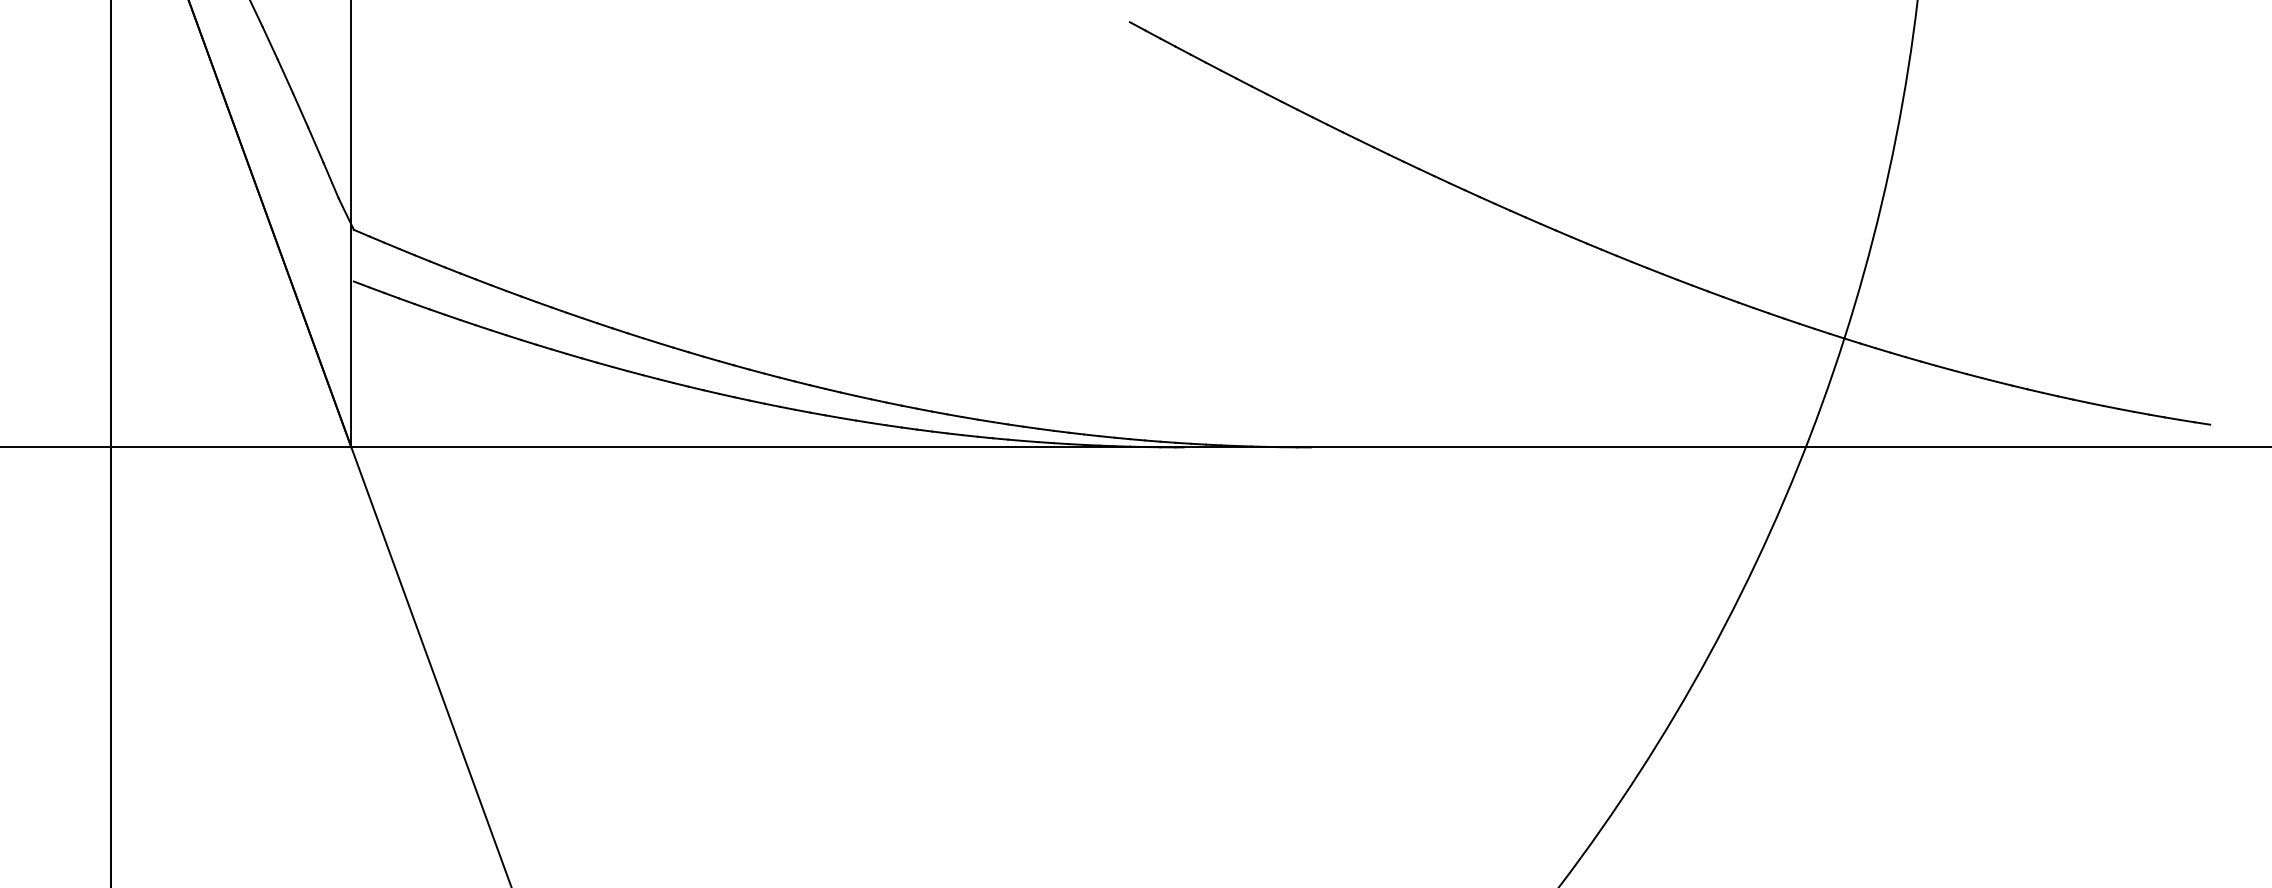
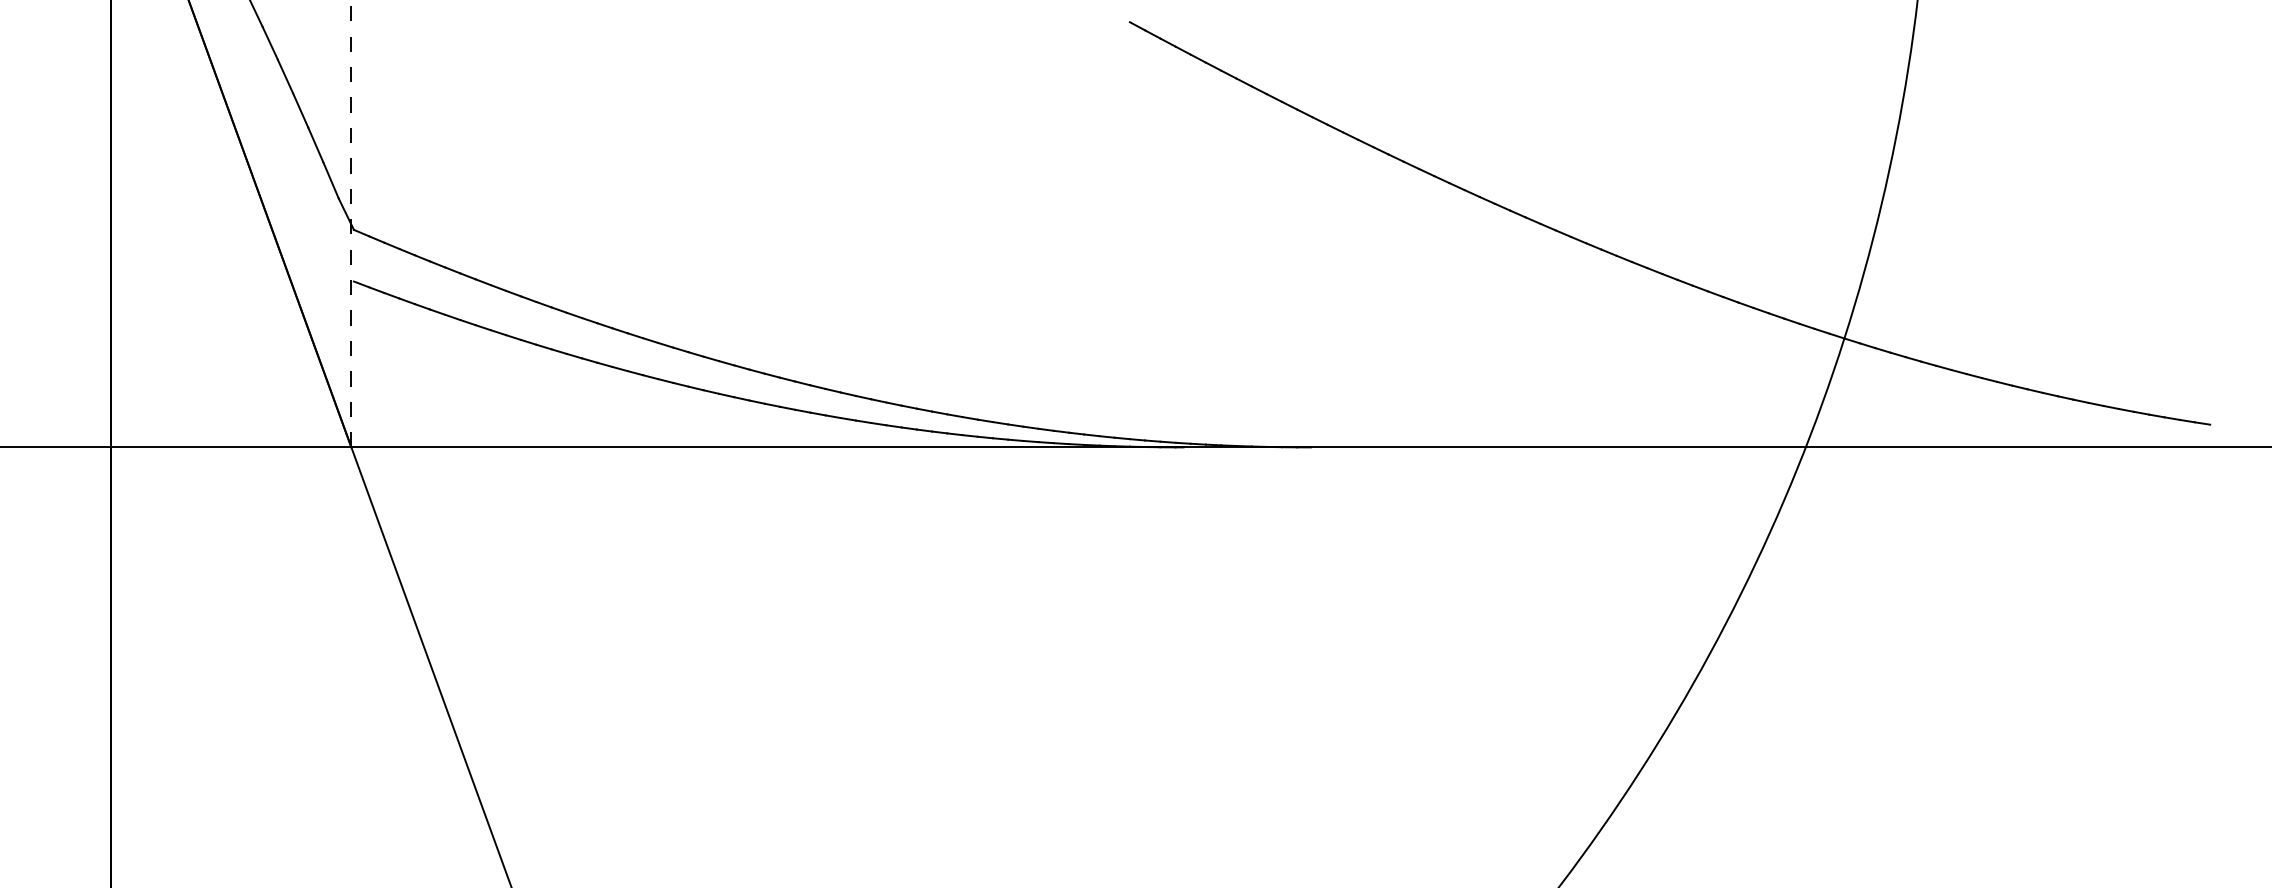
line at (351, 224): solid -> dashed
